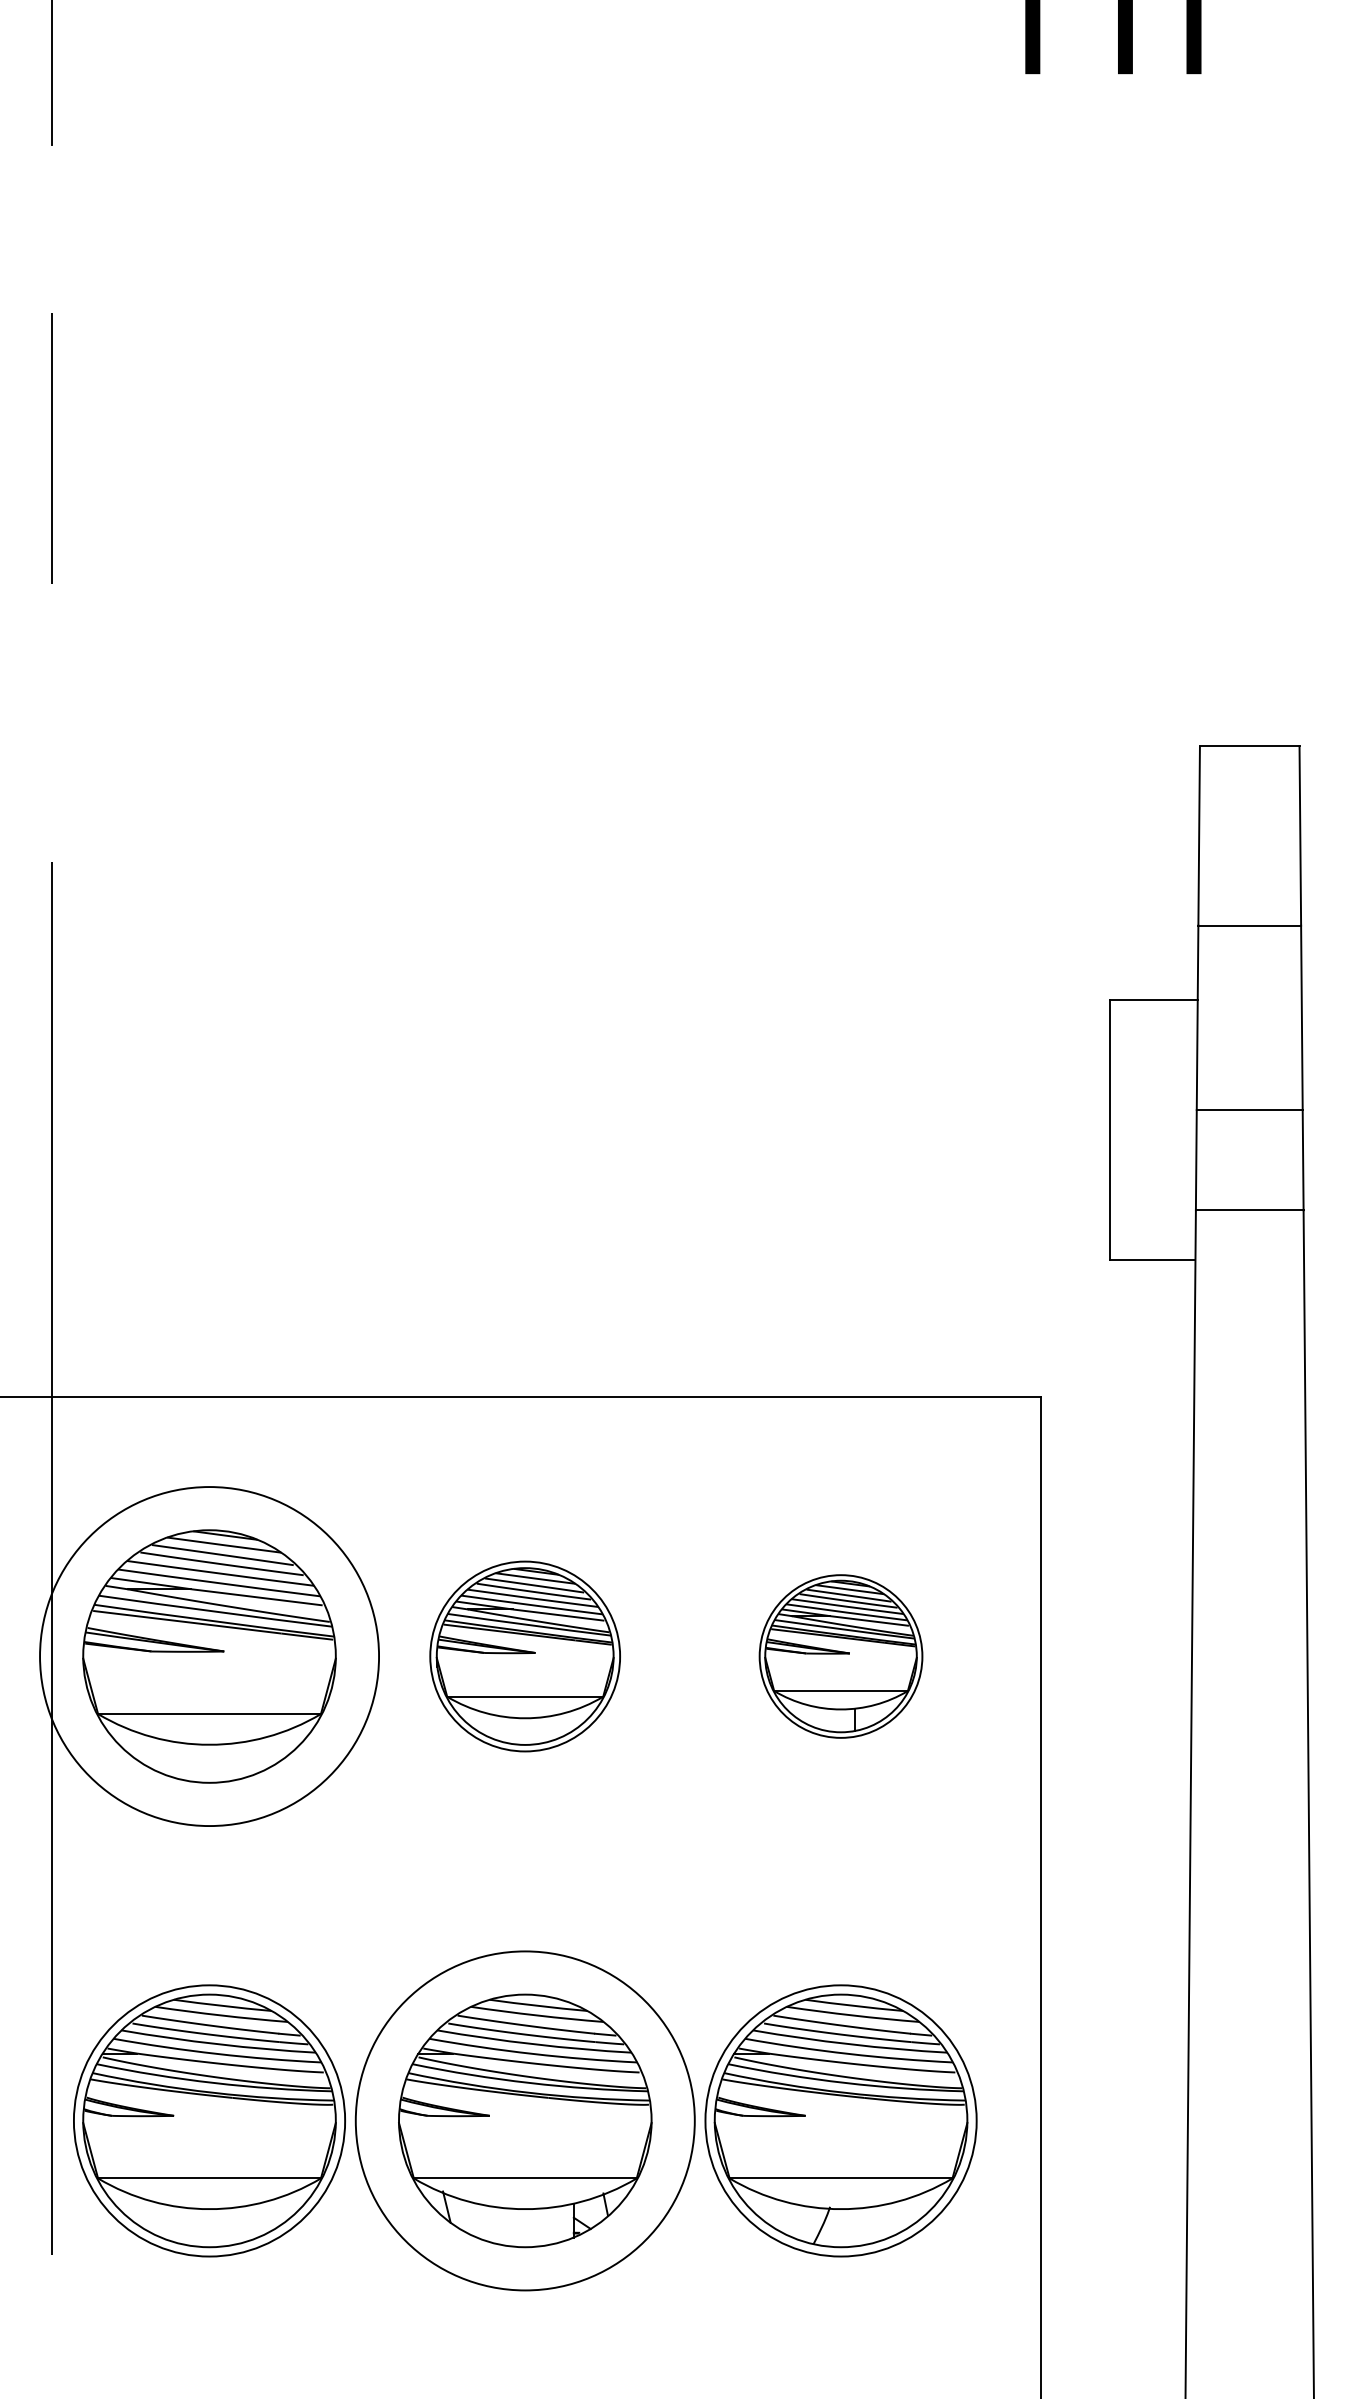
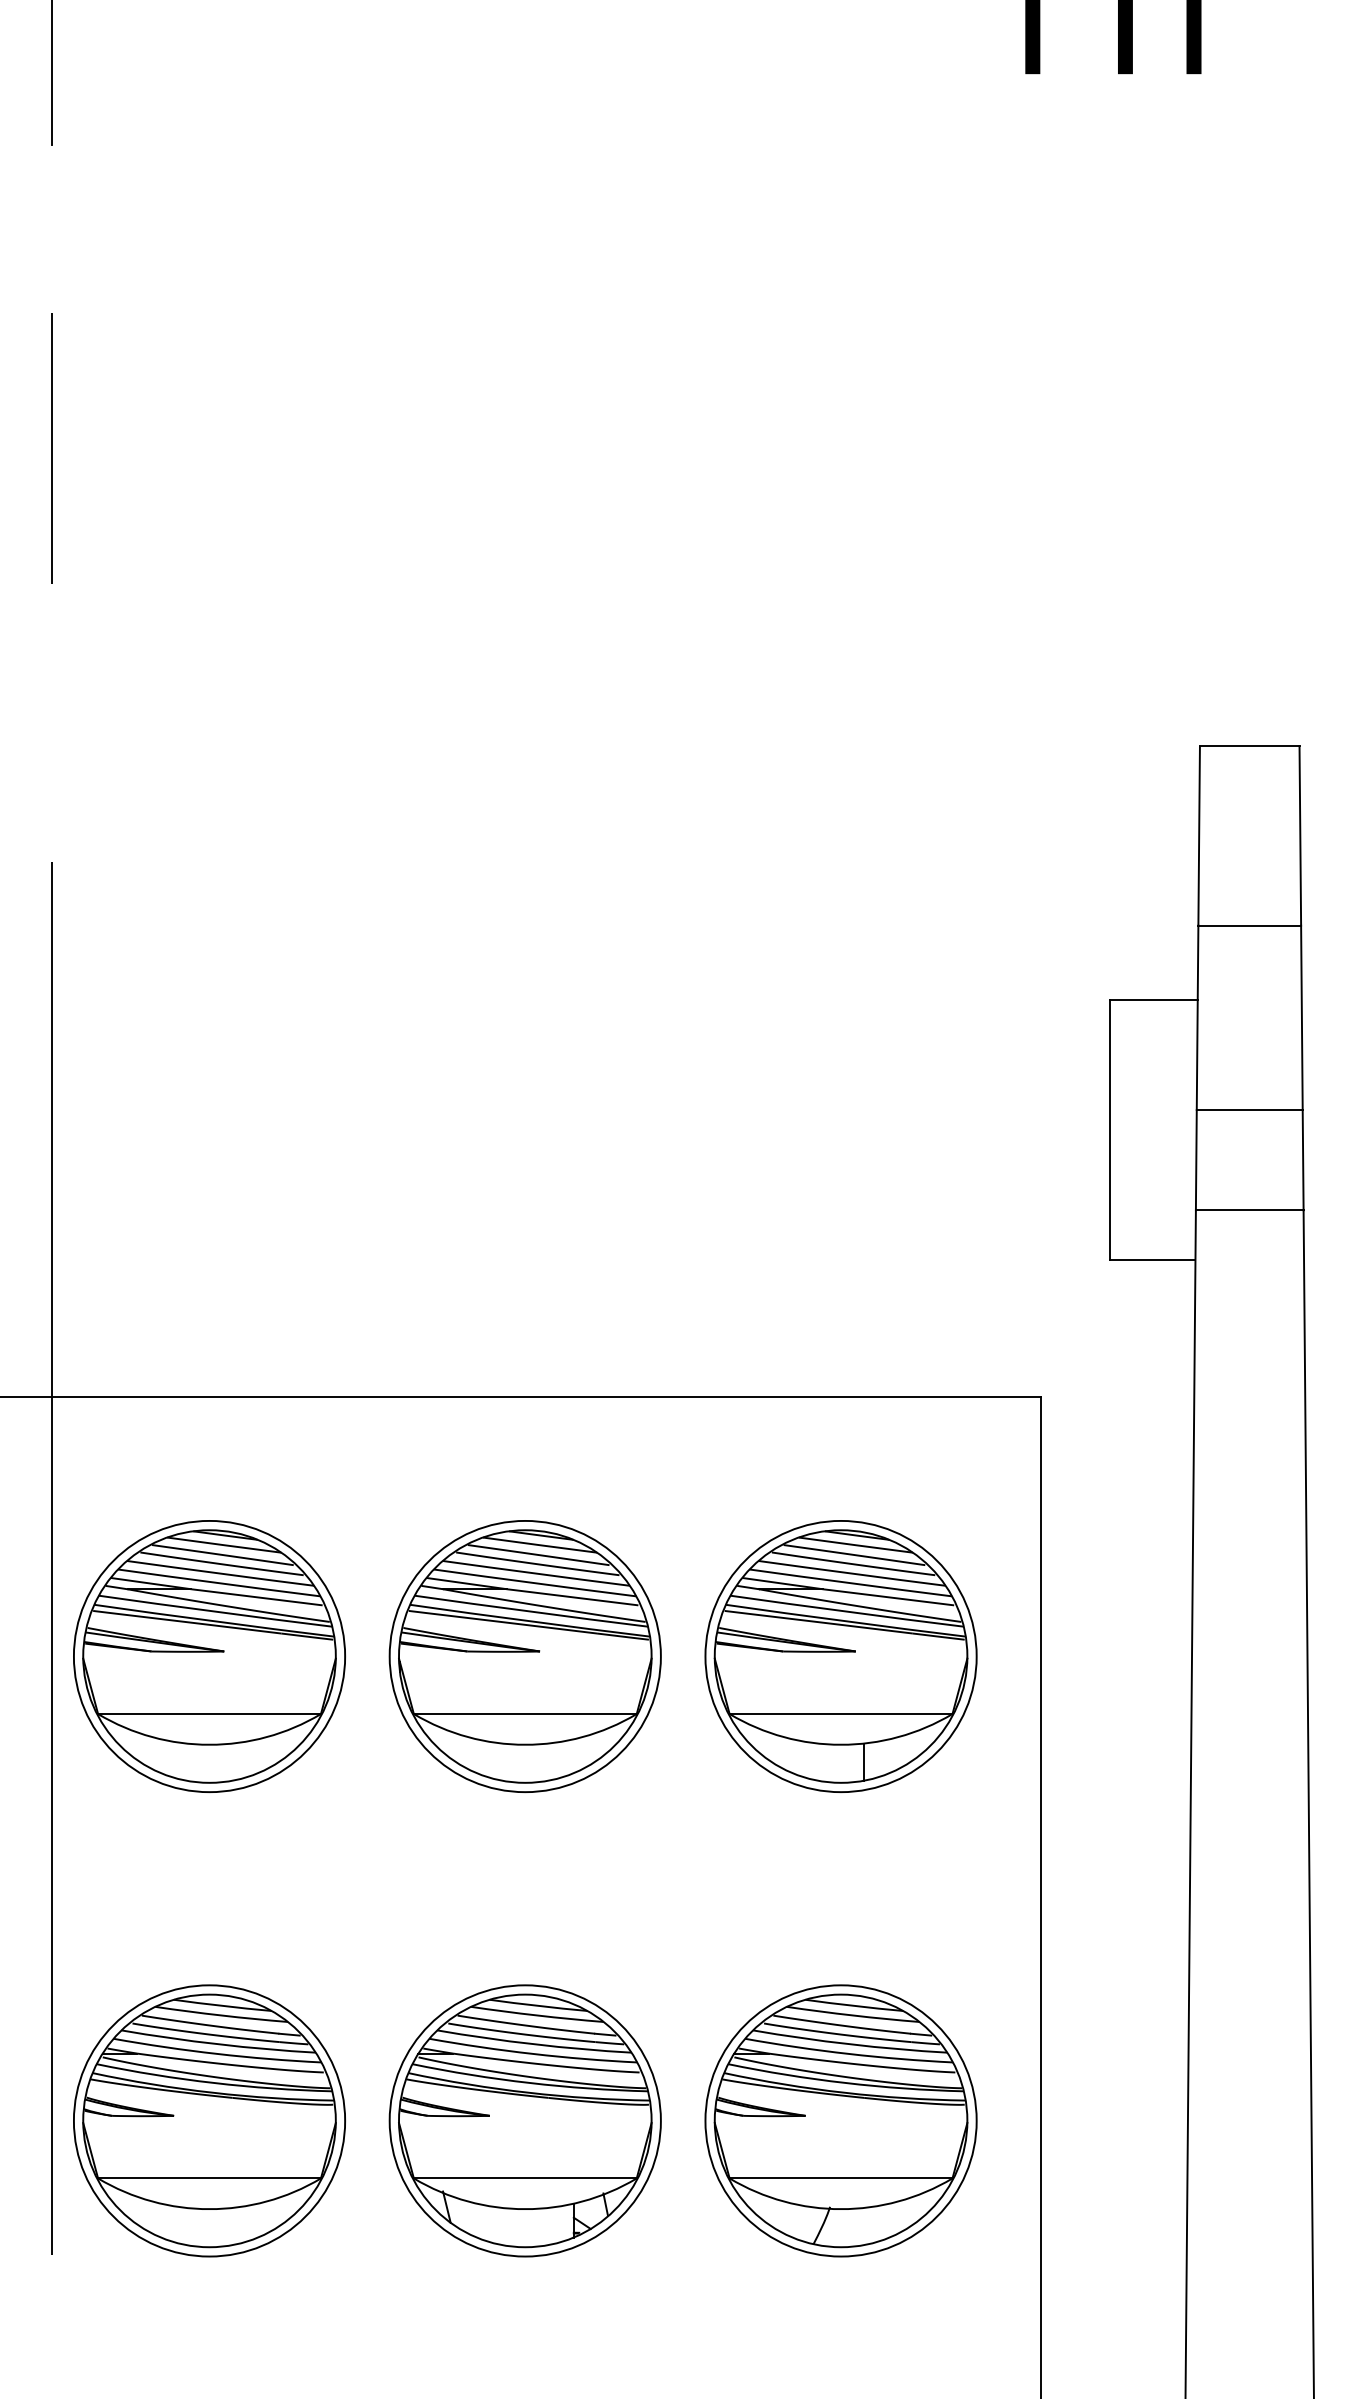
circle at (209, 1656) diameter: 339 px -> 271 px
part at (524, 1656) size: 192x193 px -> 274x273 px
part at (840, 1656) size: 166x165 px -> 274x273 px
circle at (524, 2120) diameter: 339 px -> 271 px
